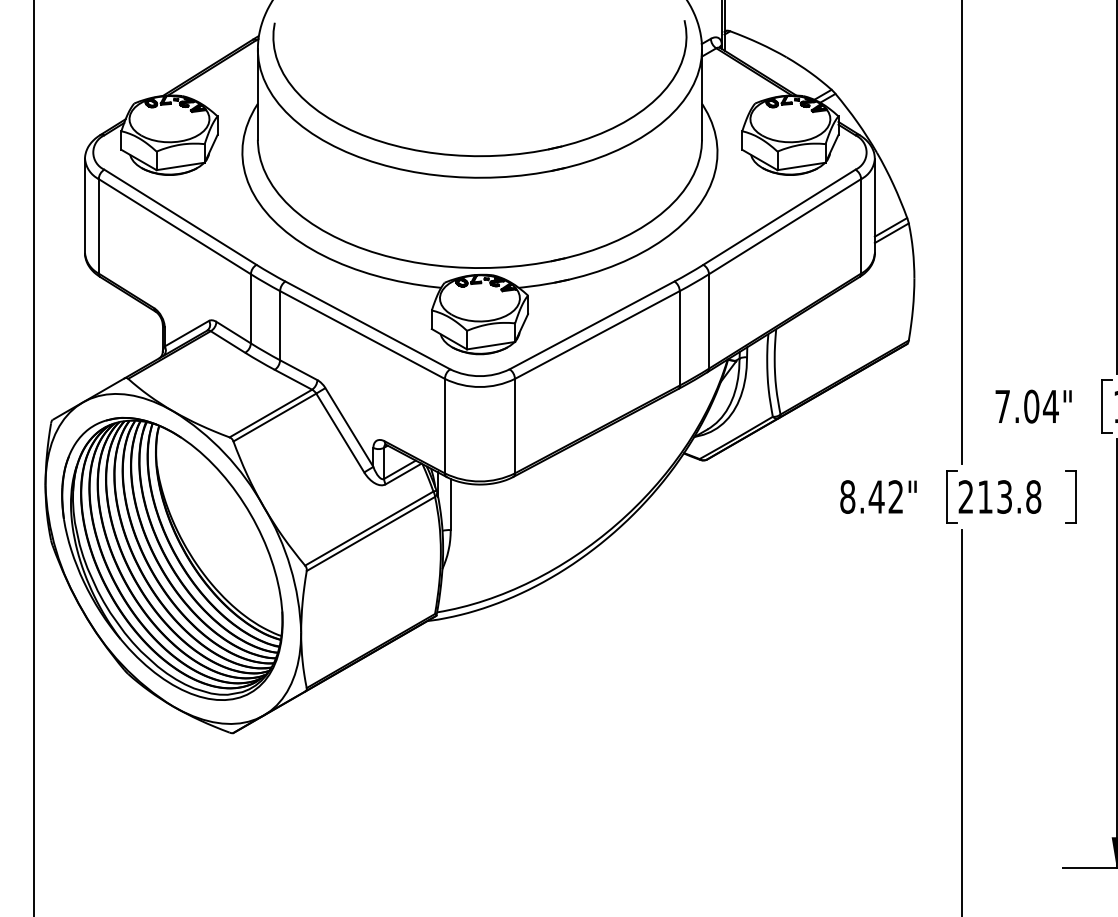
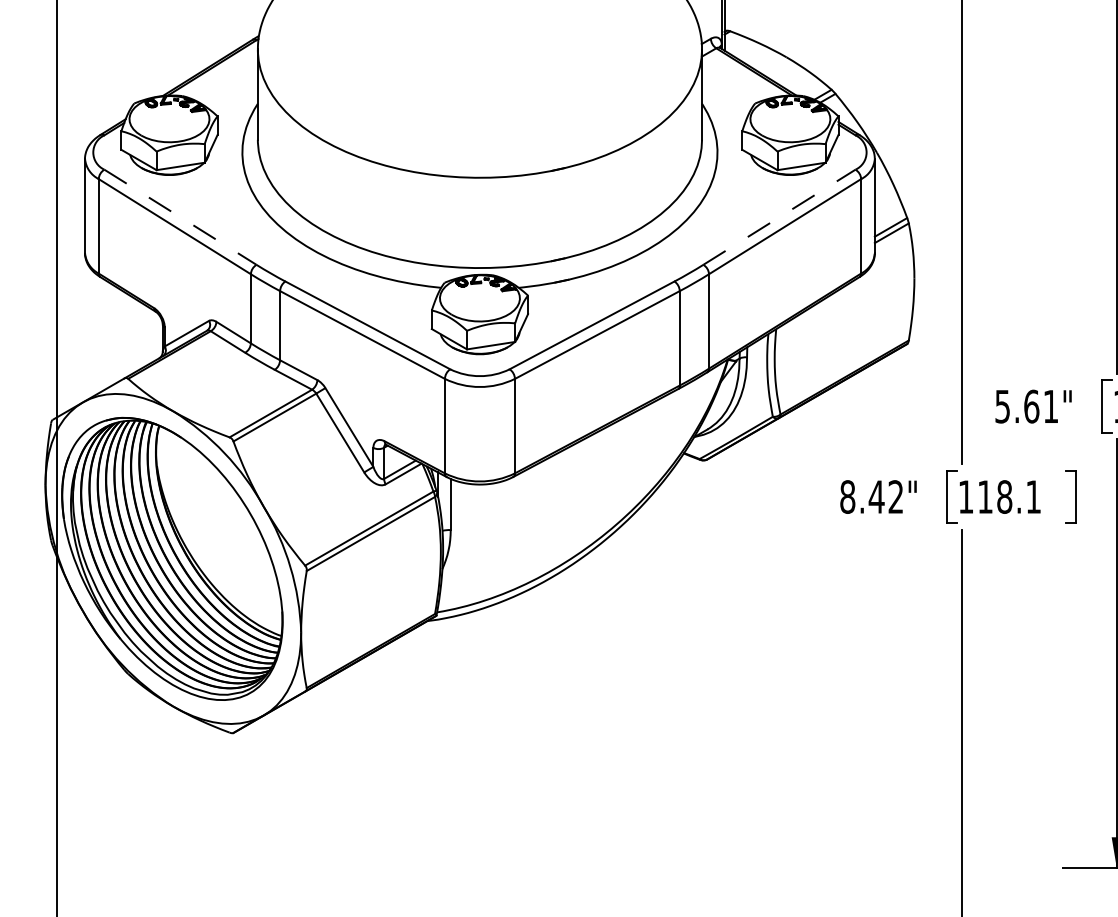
part at (479, 155): present -> none
line at (180, 217): solid -> dashed
line at (779, 217): solid -> dashed
text at (1026, 406): 7.04" -> 5.61"
line at (33, 457) position: (33, 457) -> (56, 457)
text at (999, 496): 213.8 -> 118.1
